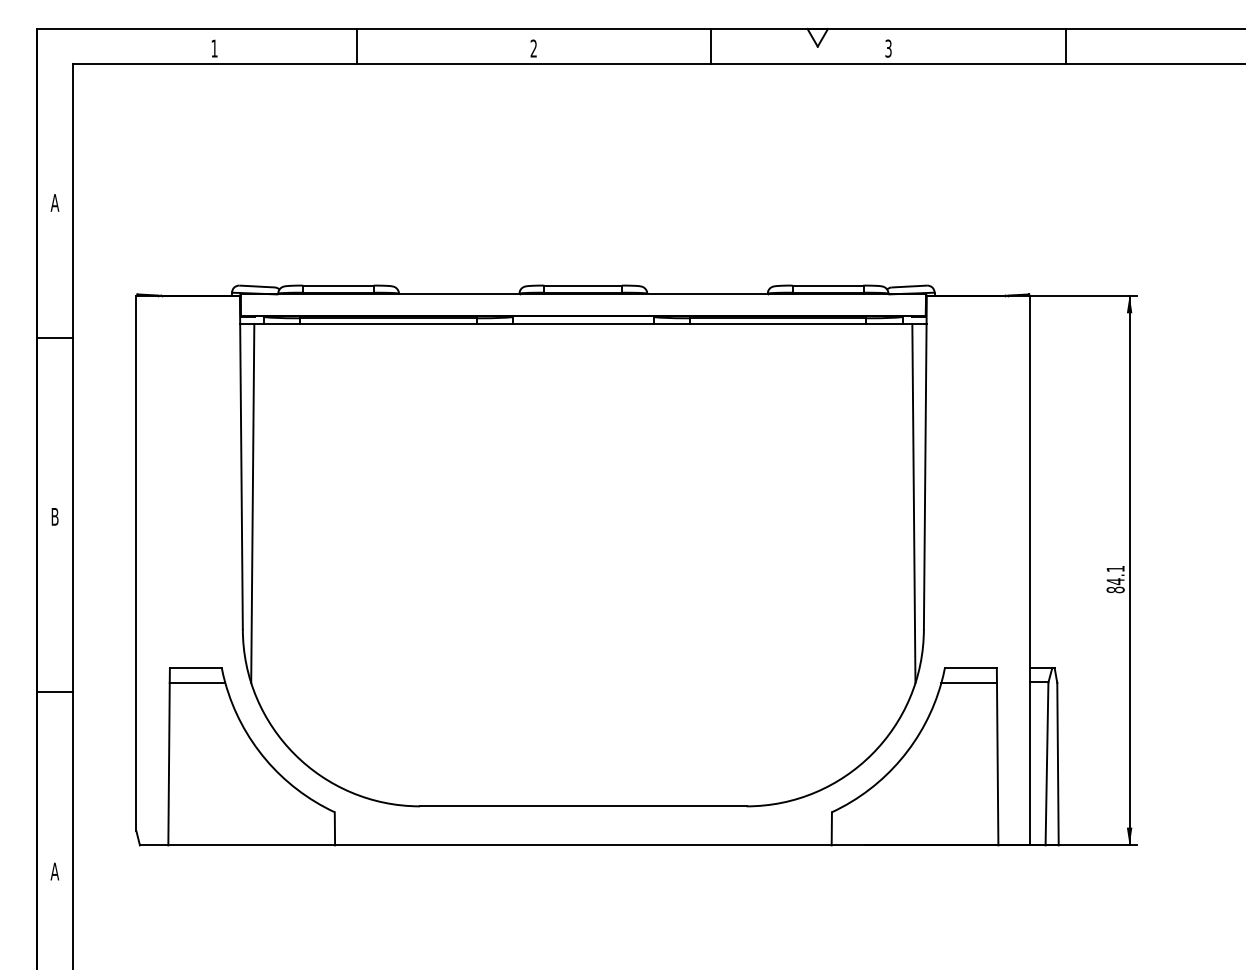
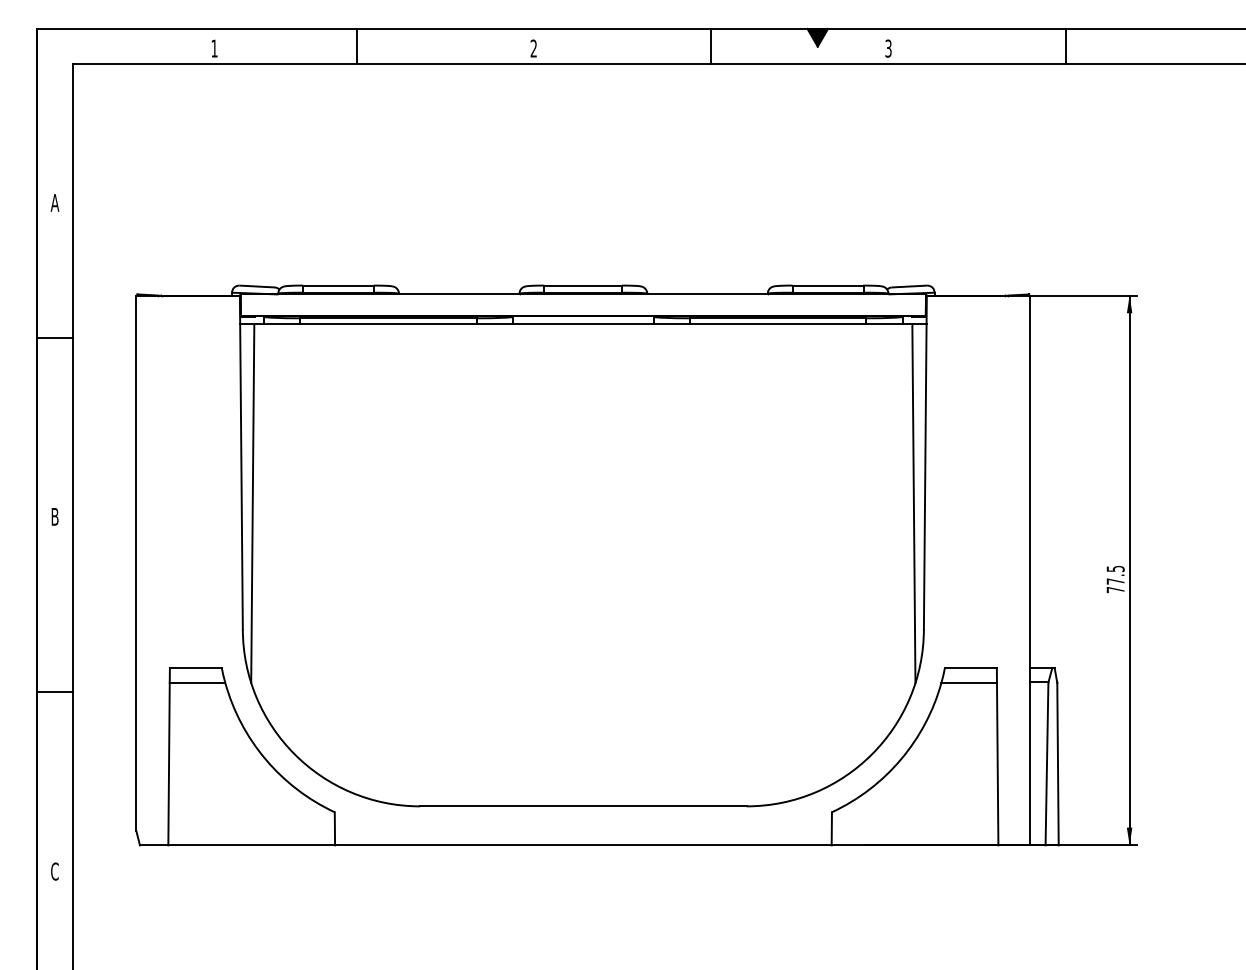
fill at (817, 37): none -> present
text at (1115, 579): 84.1 -> 77.5
text at (54, 871): A -> C
